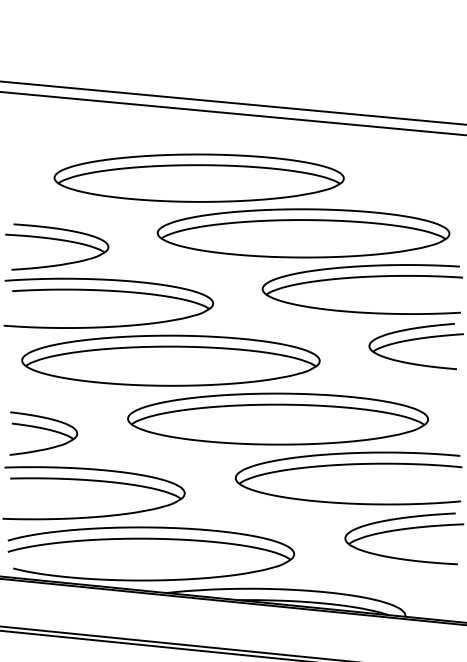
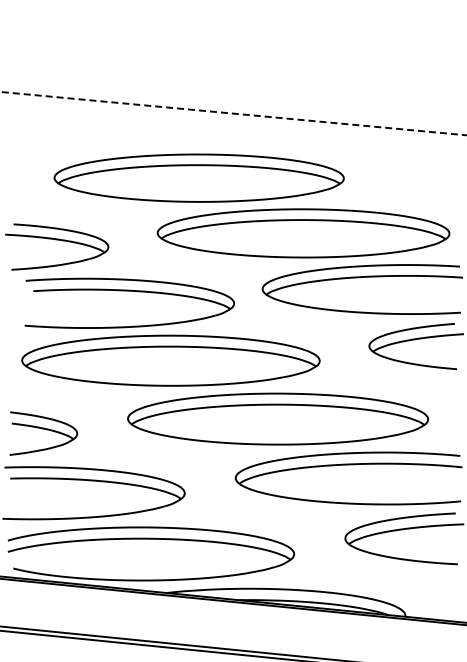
line at (232, 102): present -> none
line at (232, 113): solid -> dashed
part at (108, 291) position: (108, 291) -> (129, 291)
